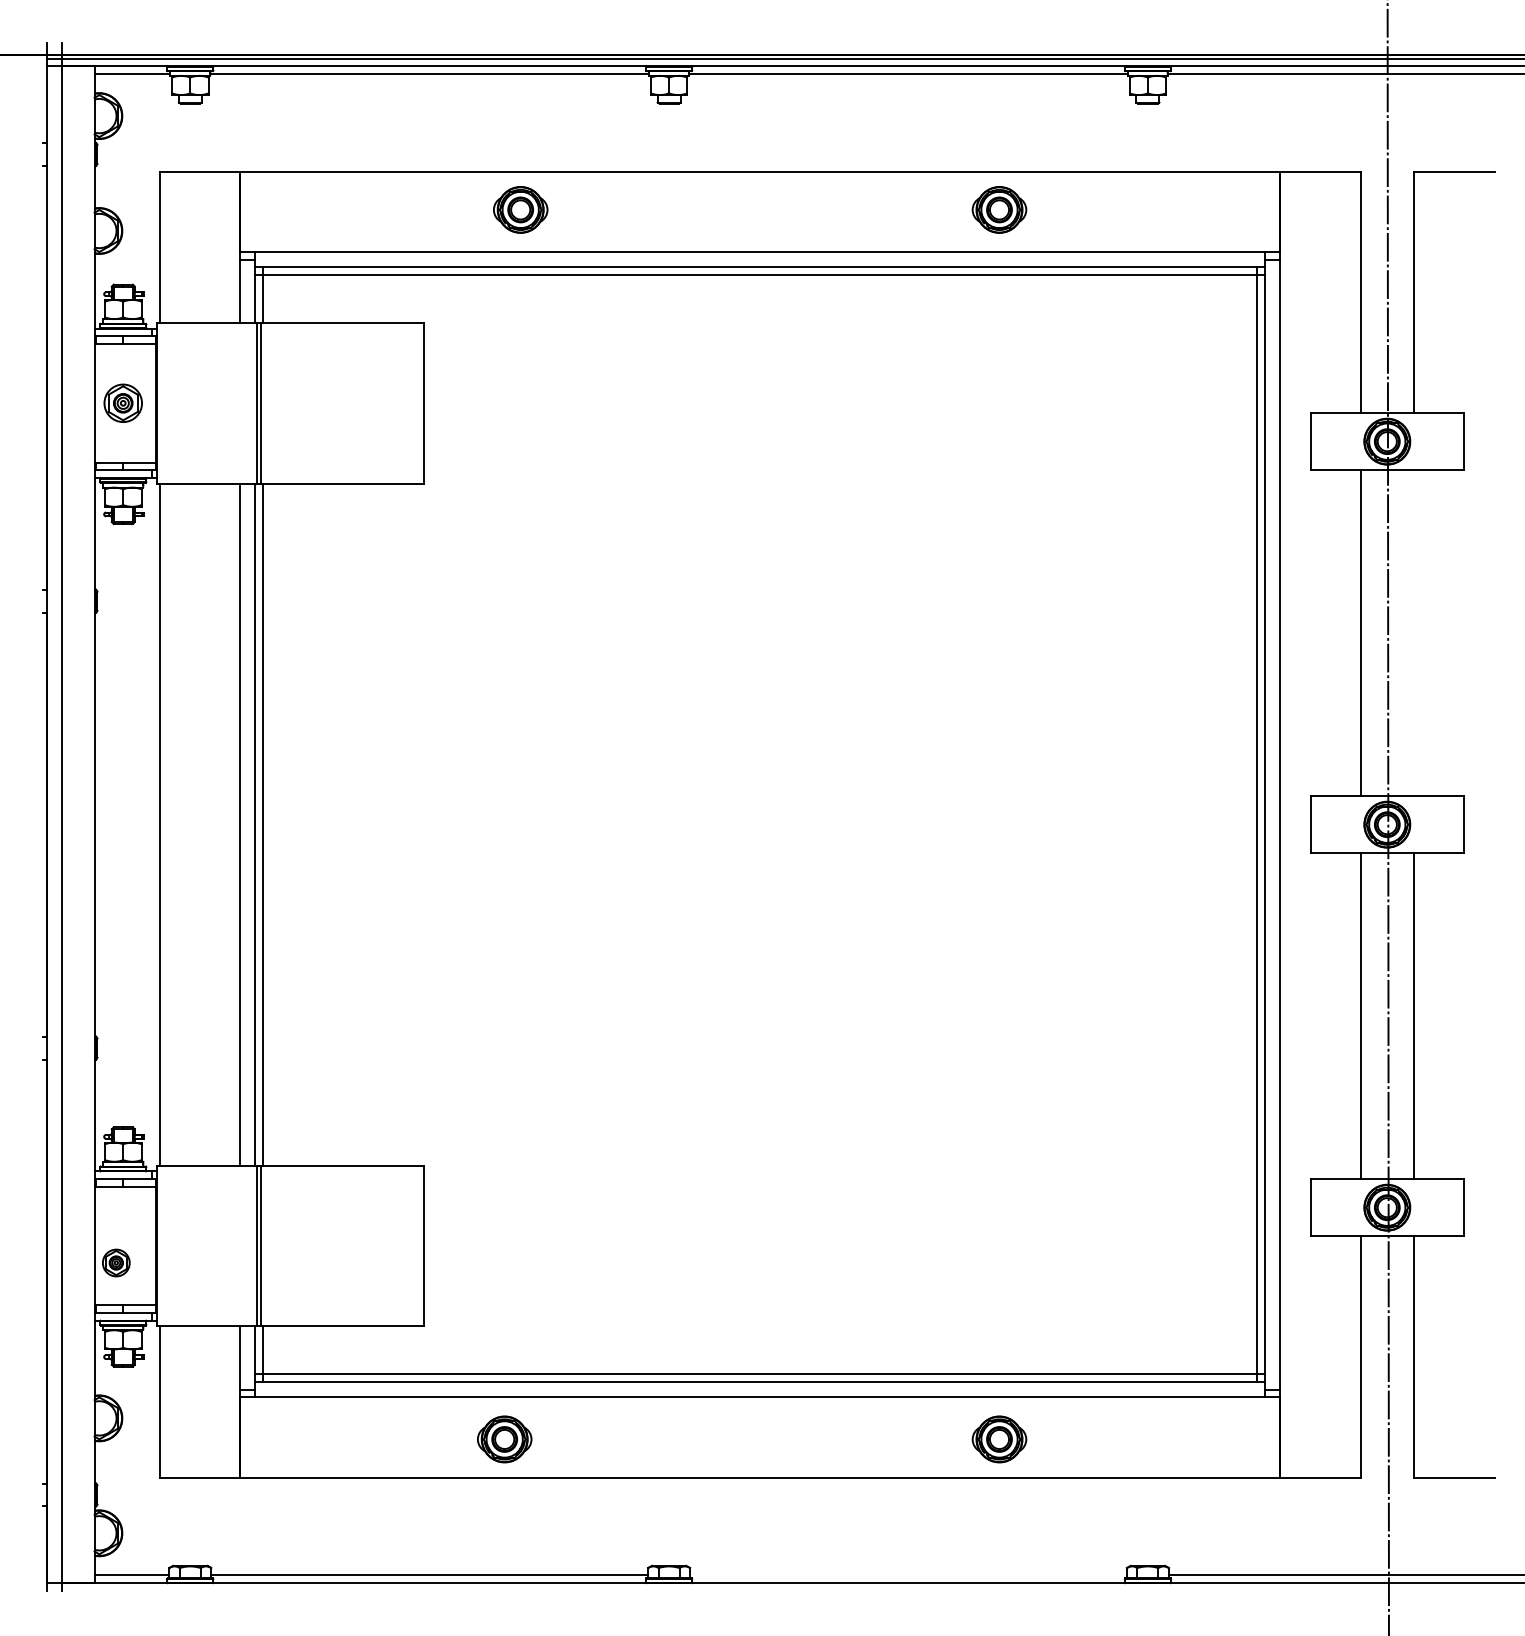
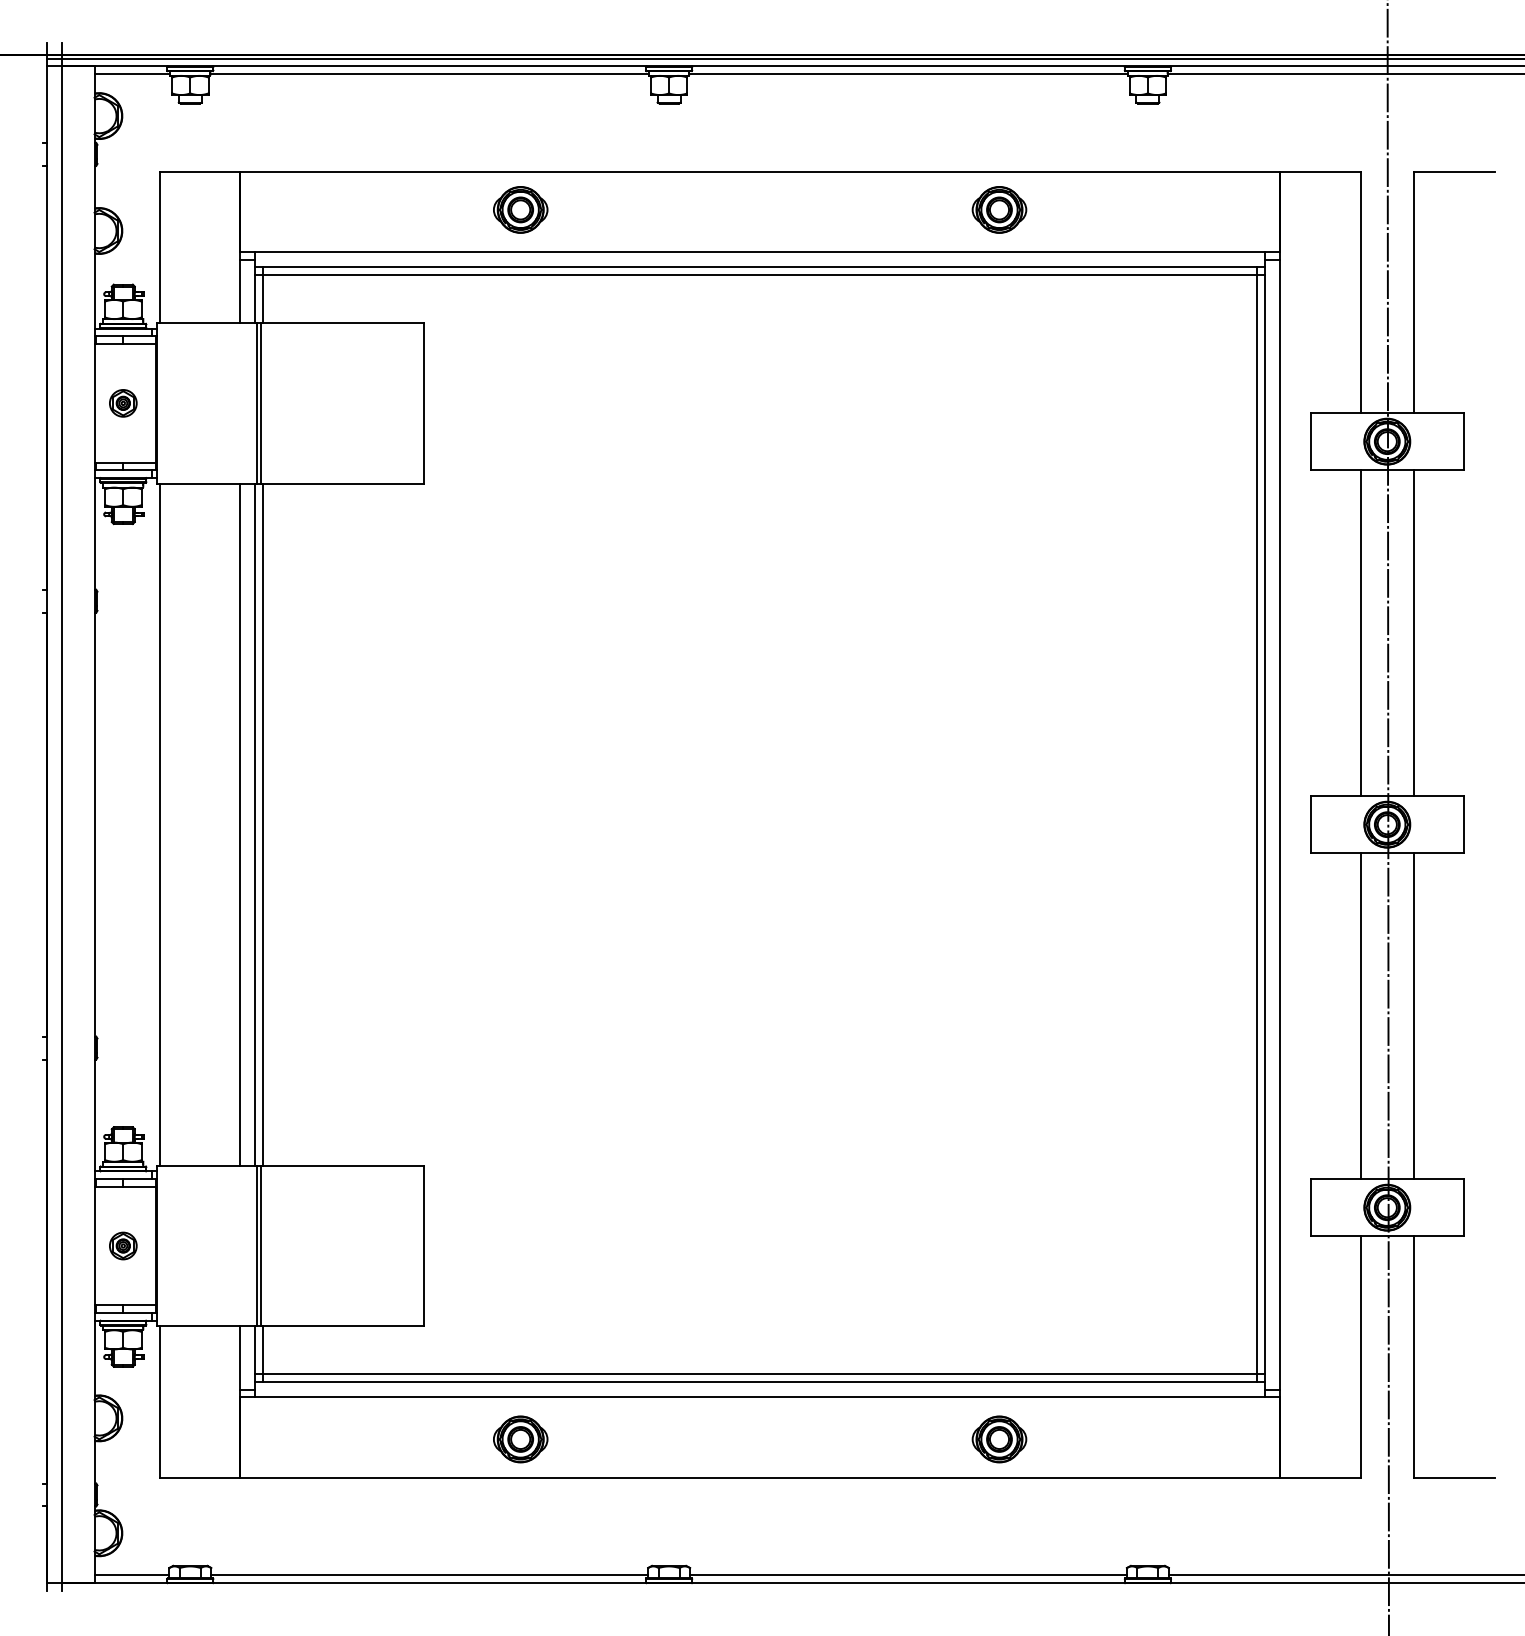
part at (122, 402) size: 40x40 px -> 29x29 px
line at (1414, 632): none -> present
part at (116, 1262) position: (116, 1262) -> (123, 1245)
part at (504, 1439) position: (504, 1439) -> (520, 1439)
line at (908, 1575): none -> present
